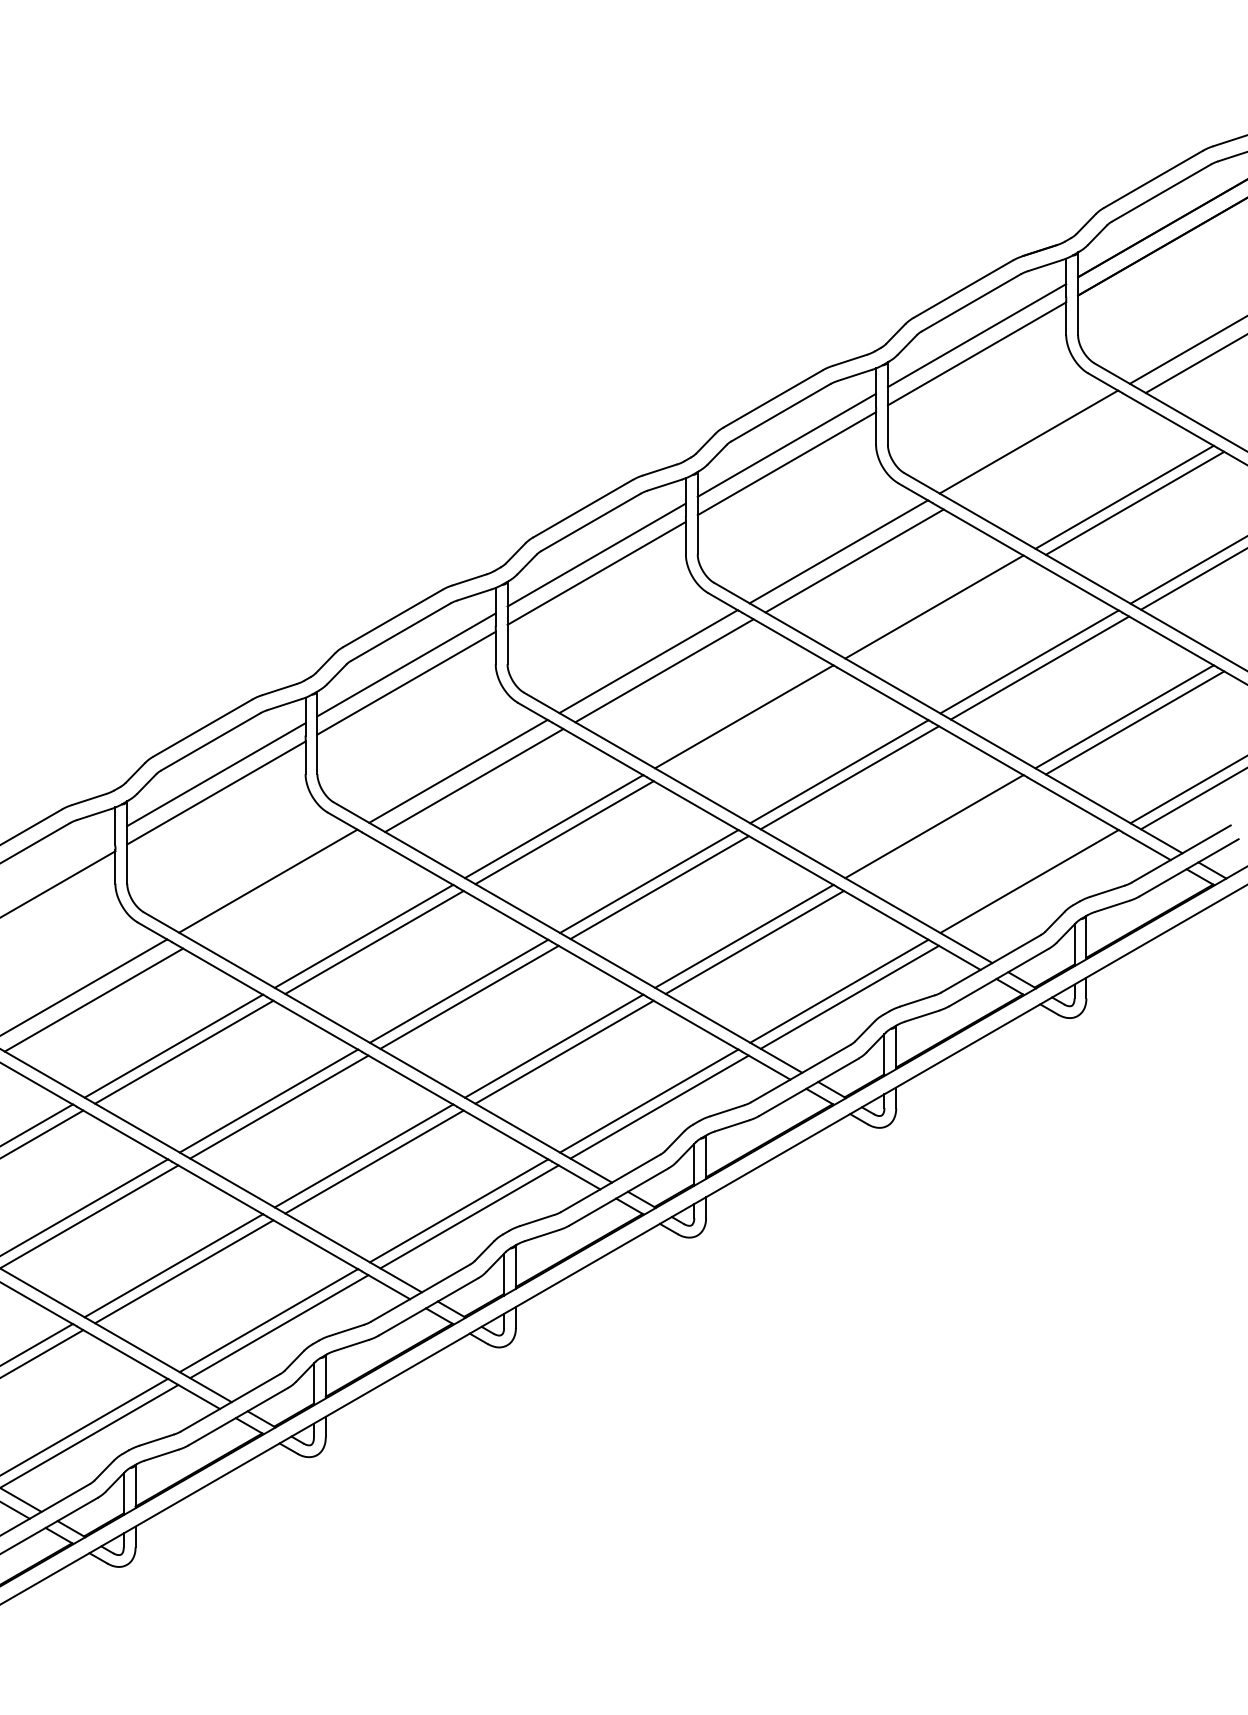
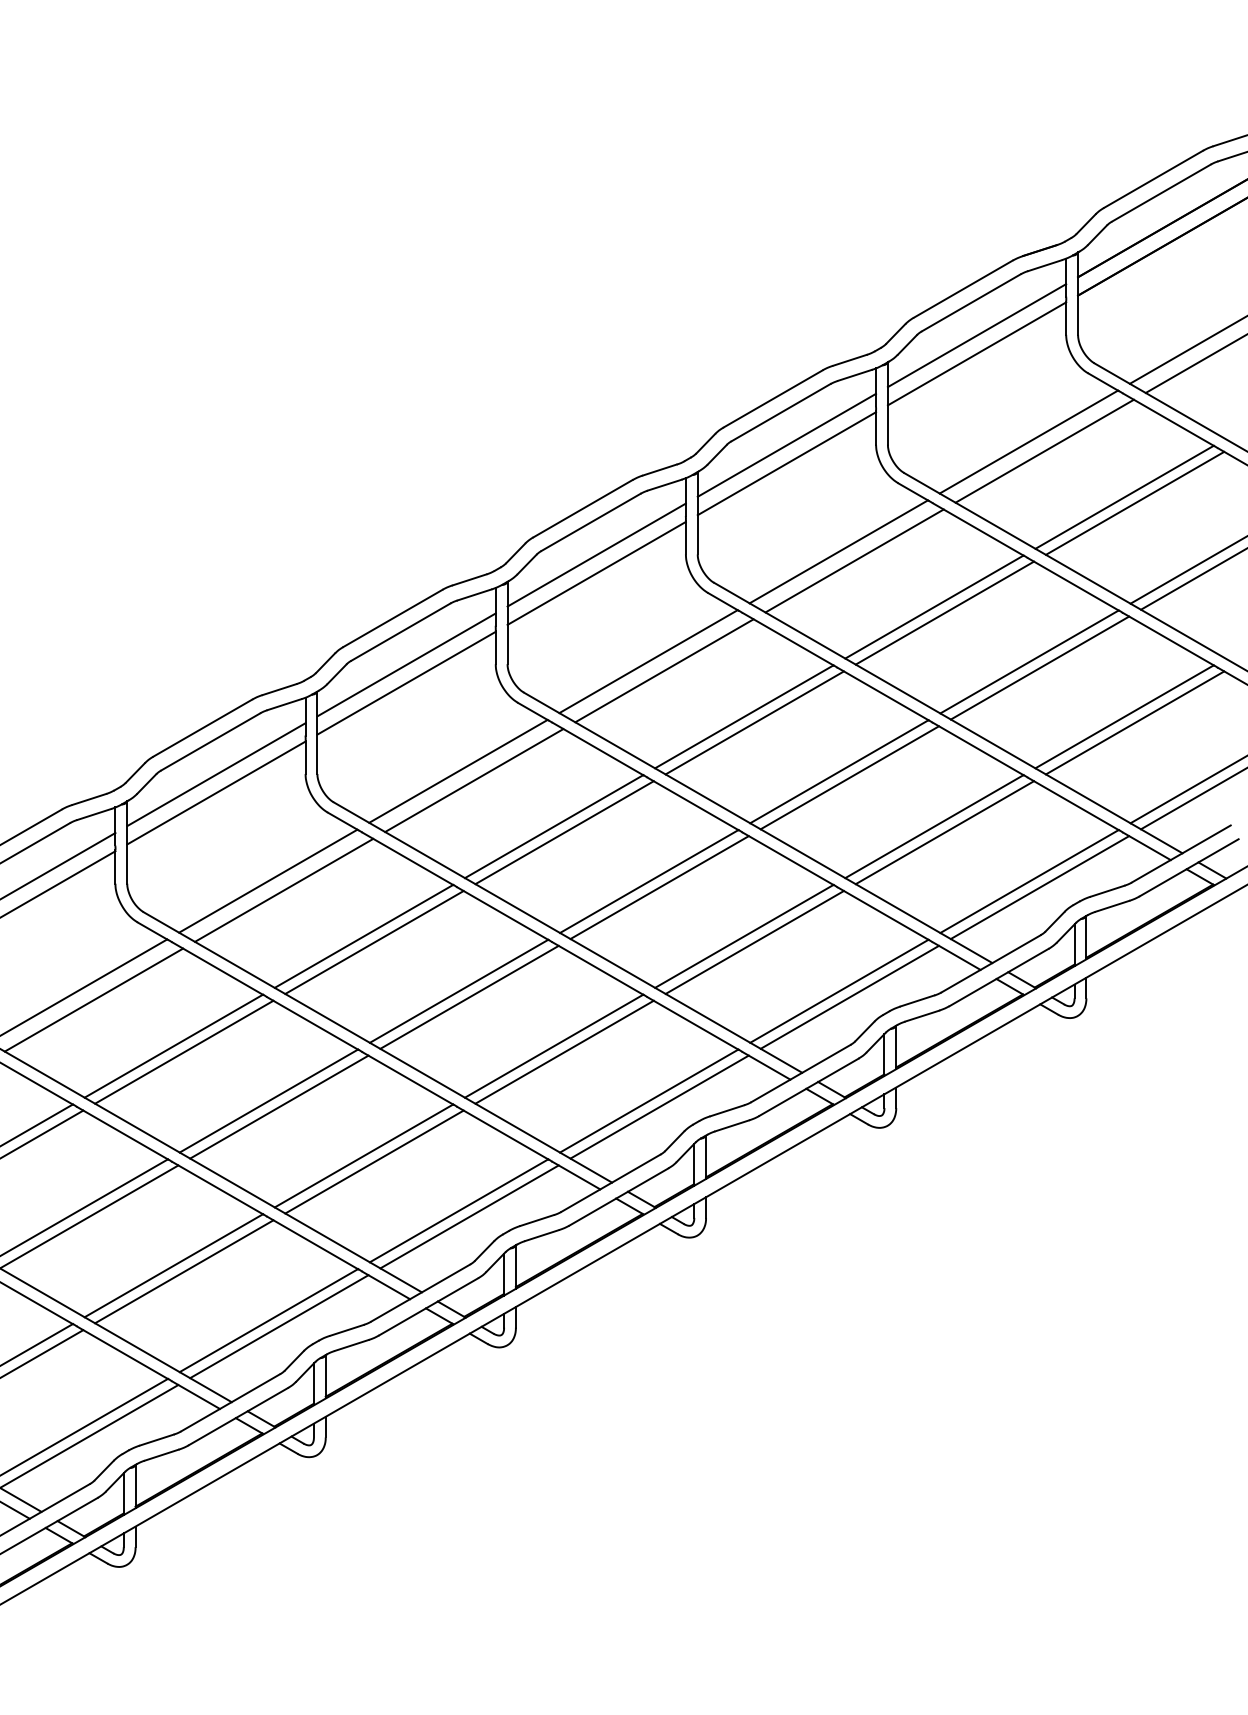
line at (1044, 450): none -> present
line at (944, 612): none -> present
line at (754, 722): none -> present
line at (944, 832): none -> present
line at (58, 865): none -> present
line at (1039, 887): none -> present
line at (284, 889): none -> present
